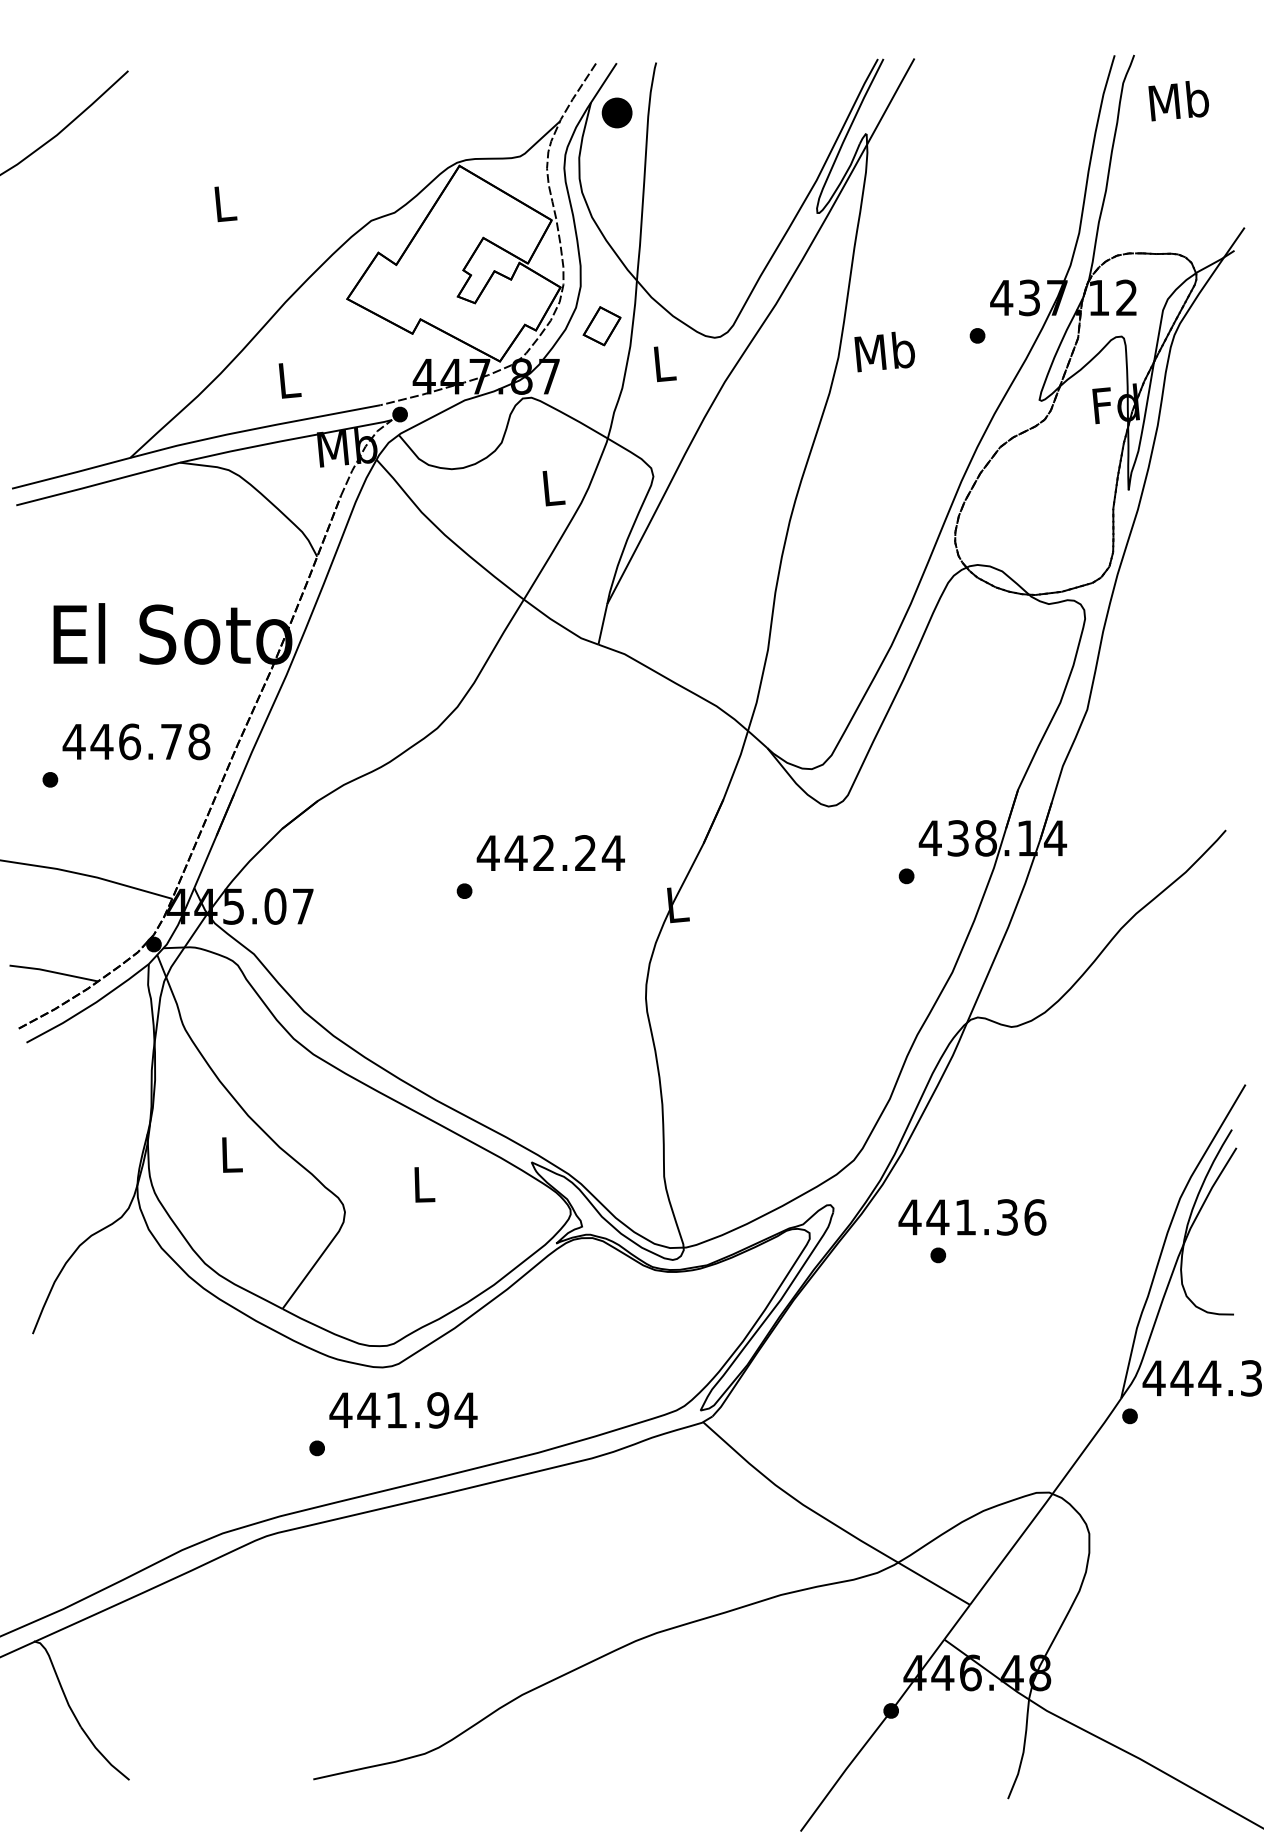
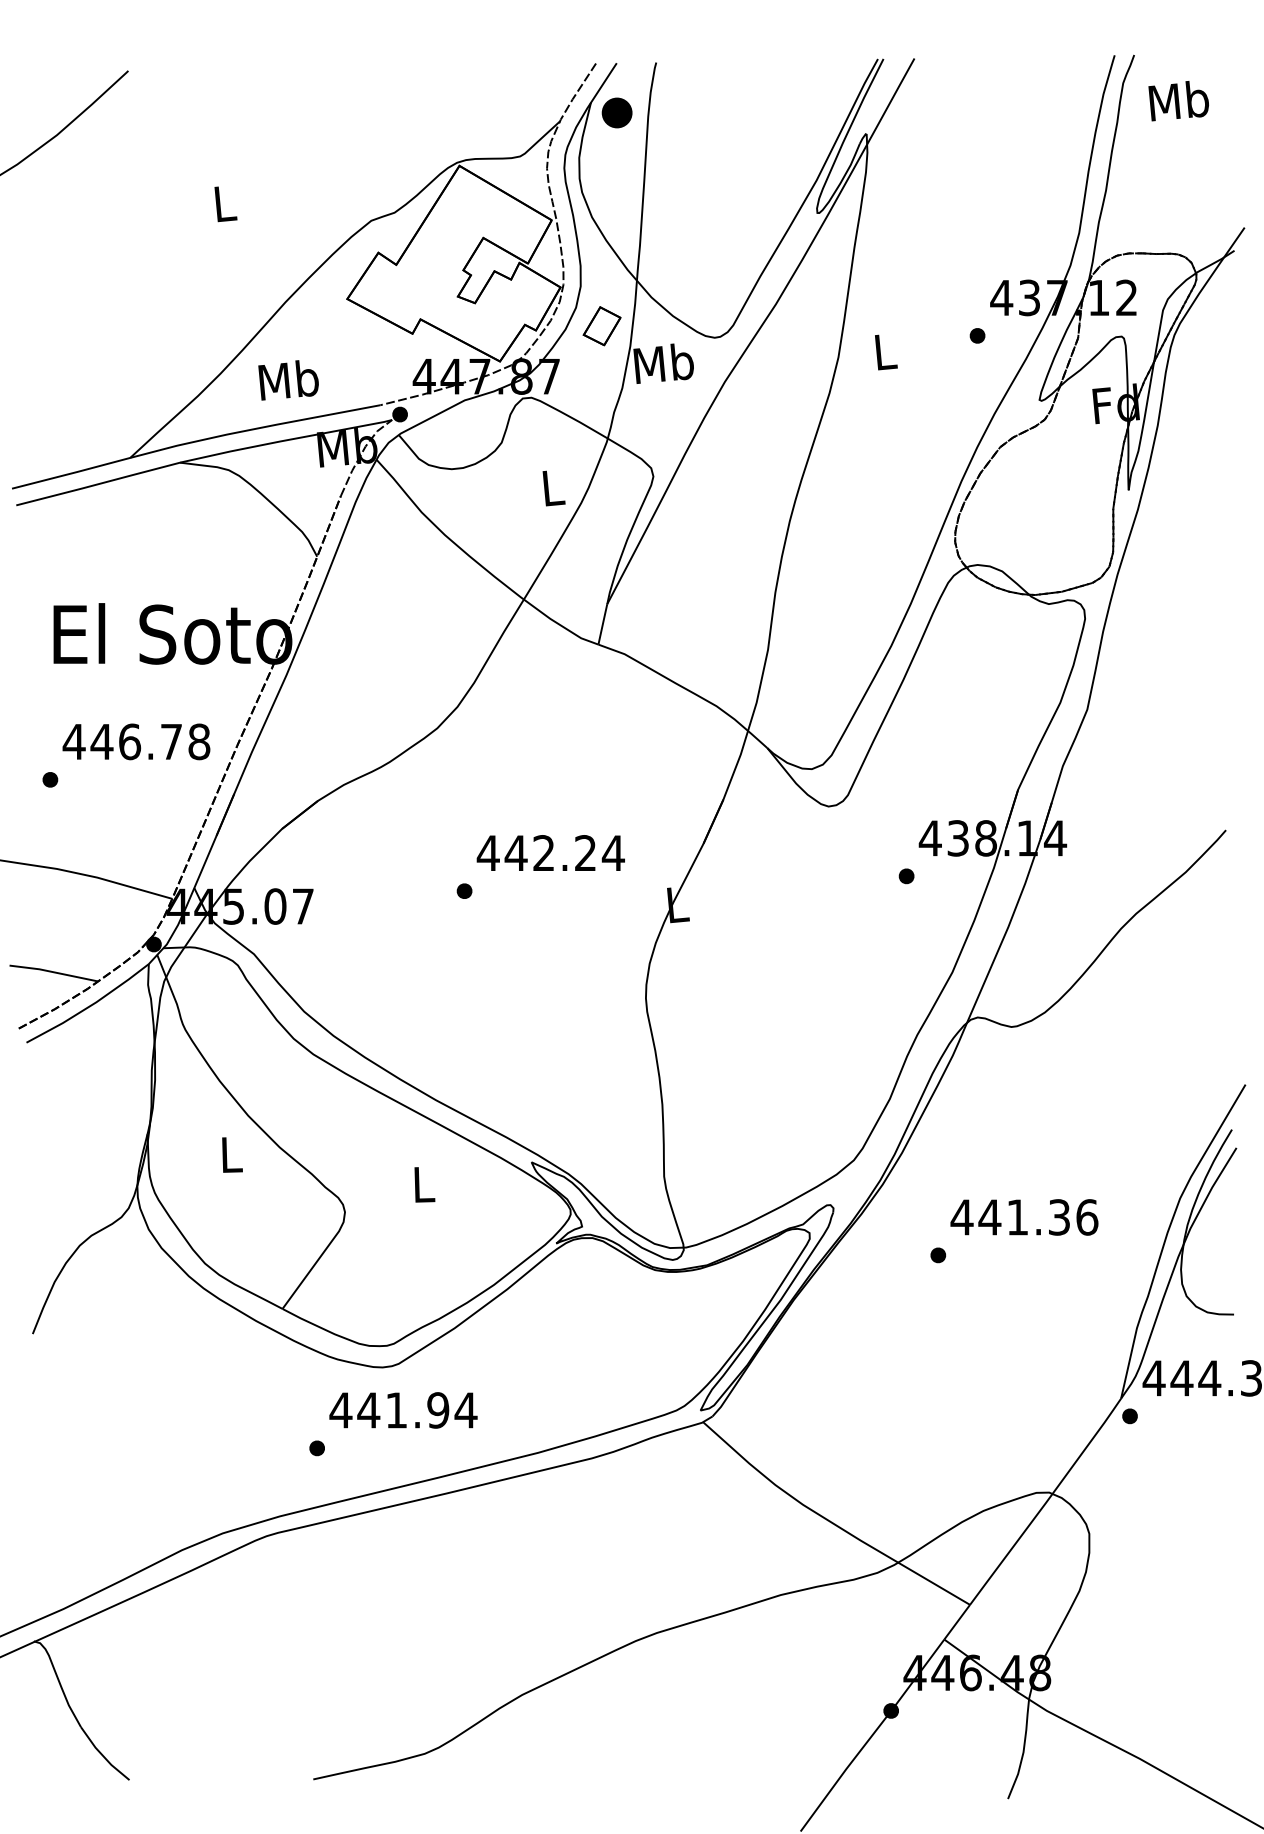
text at (884, 351): Mb -> L
text at (663, 363): L -> Mb
text at (288, 380): L -> Mb
text at (972, 1217) position: (972, 1217) -> (1024, 1217)
